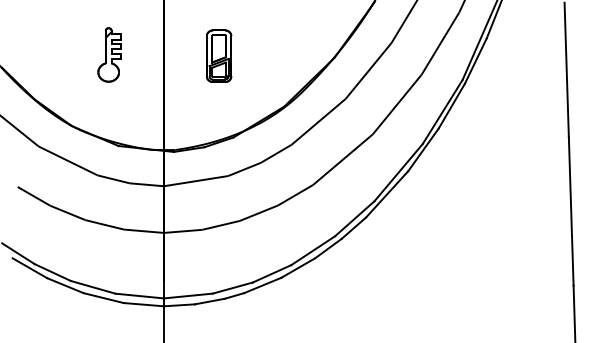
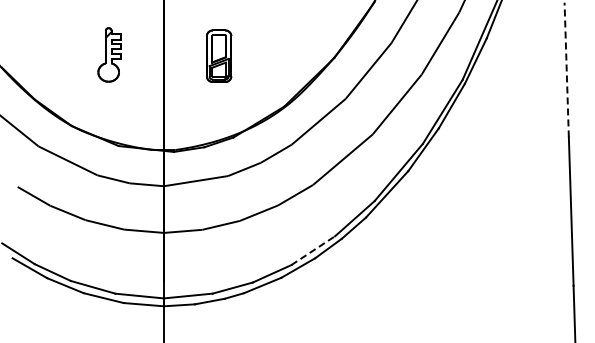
line at (566, 69): solid -> dashed
line at (313, 250): solid -> dashed
